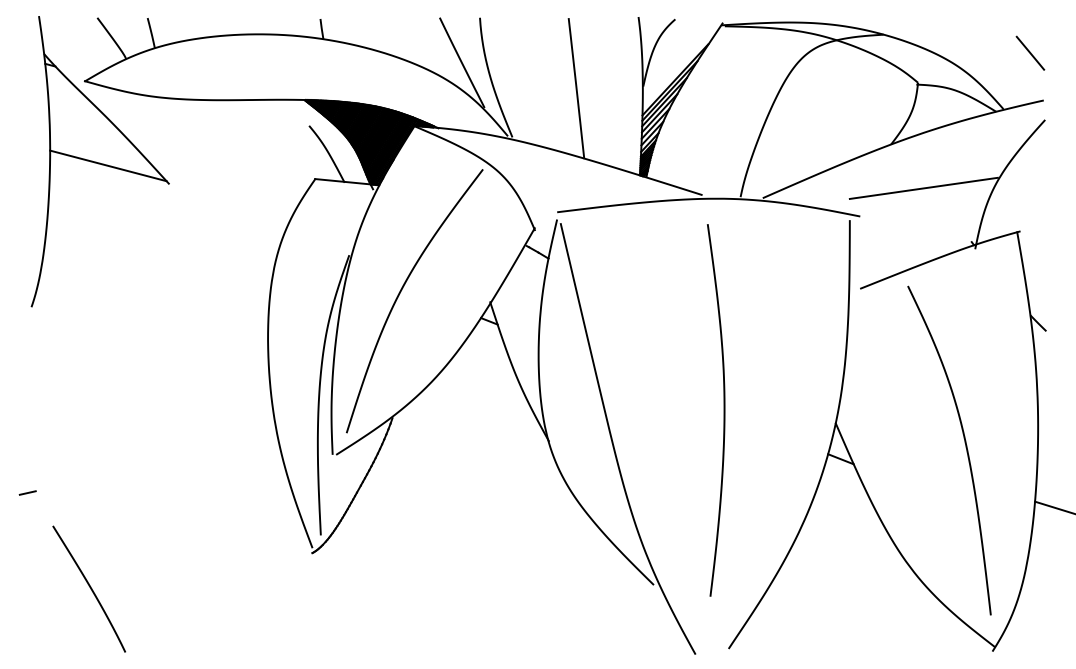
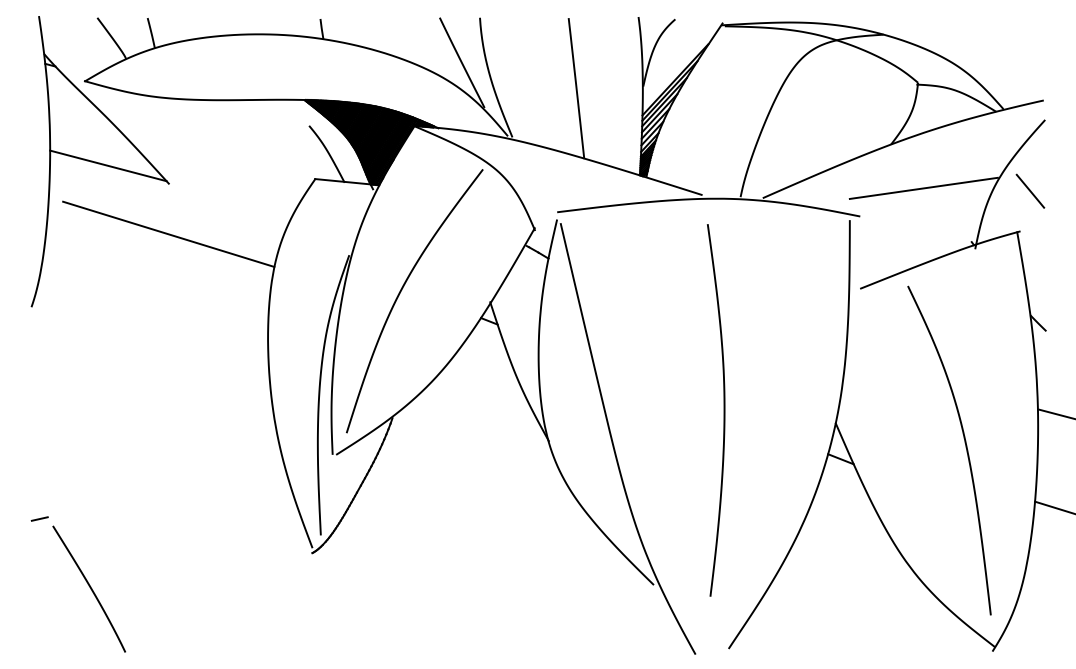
line at (1030, 52) position: (1030, 52) -> (1030, 190)
line at (168, 233): none -> present
line at (1055, 413): none -> present
line at (27, 492) position: (27, 492) -> (39, 518)
